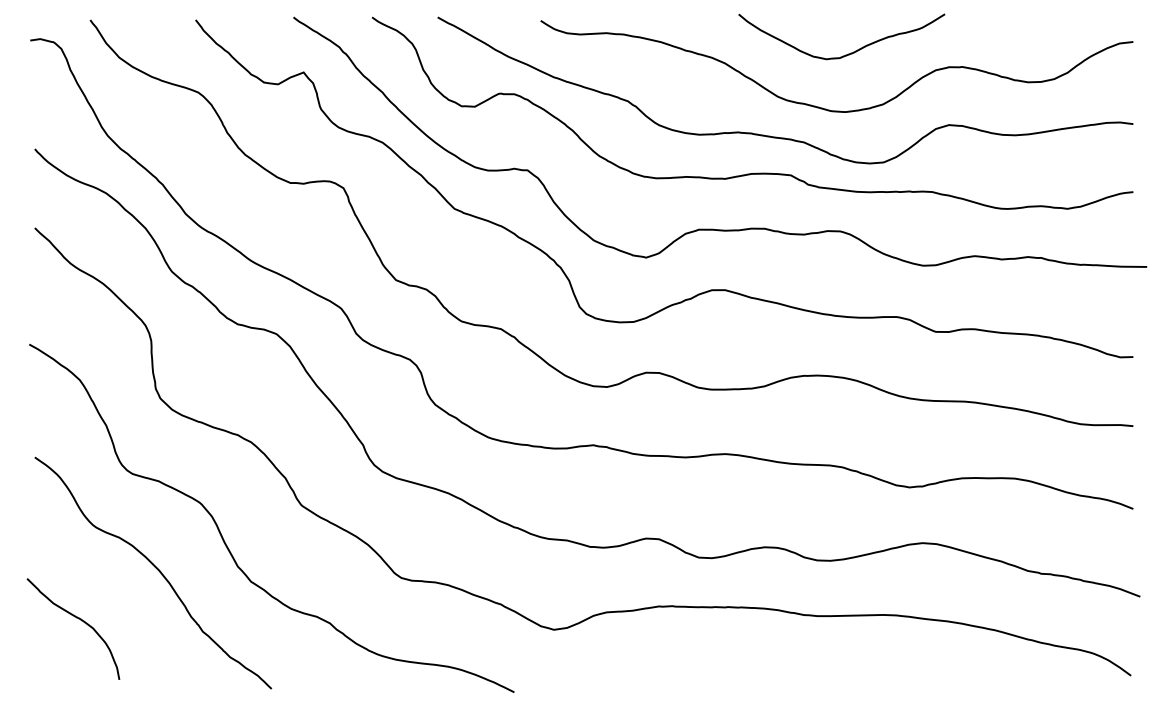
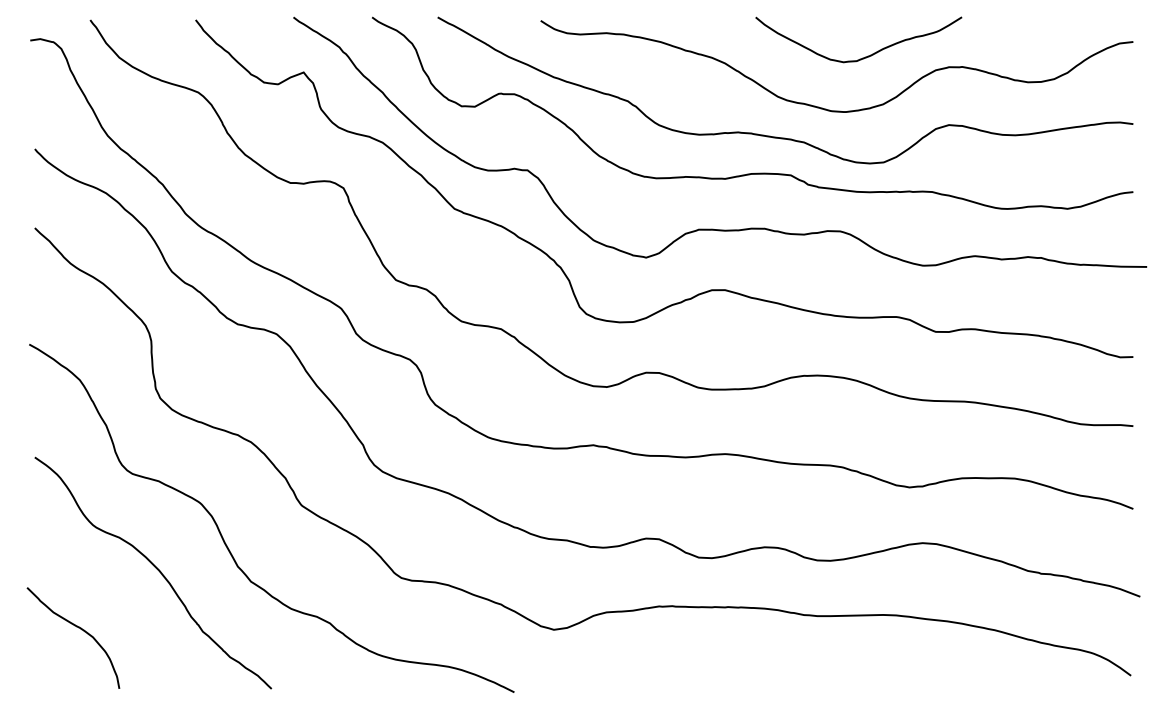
curve at (848, 53) position: (848, 53) -> (865, 56)
curve at (78, 619) position: (78, 619) -> (78, 628)
